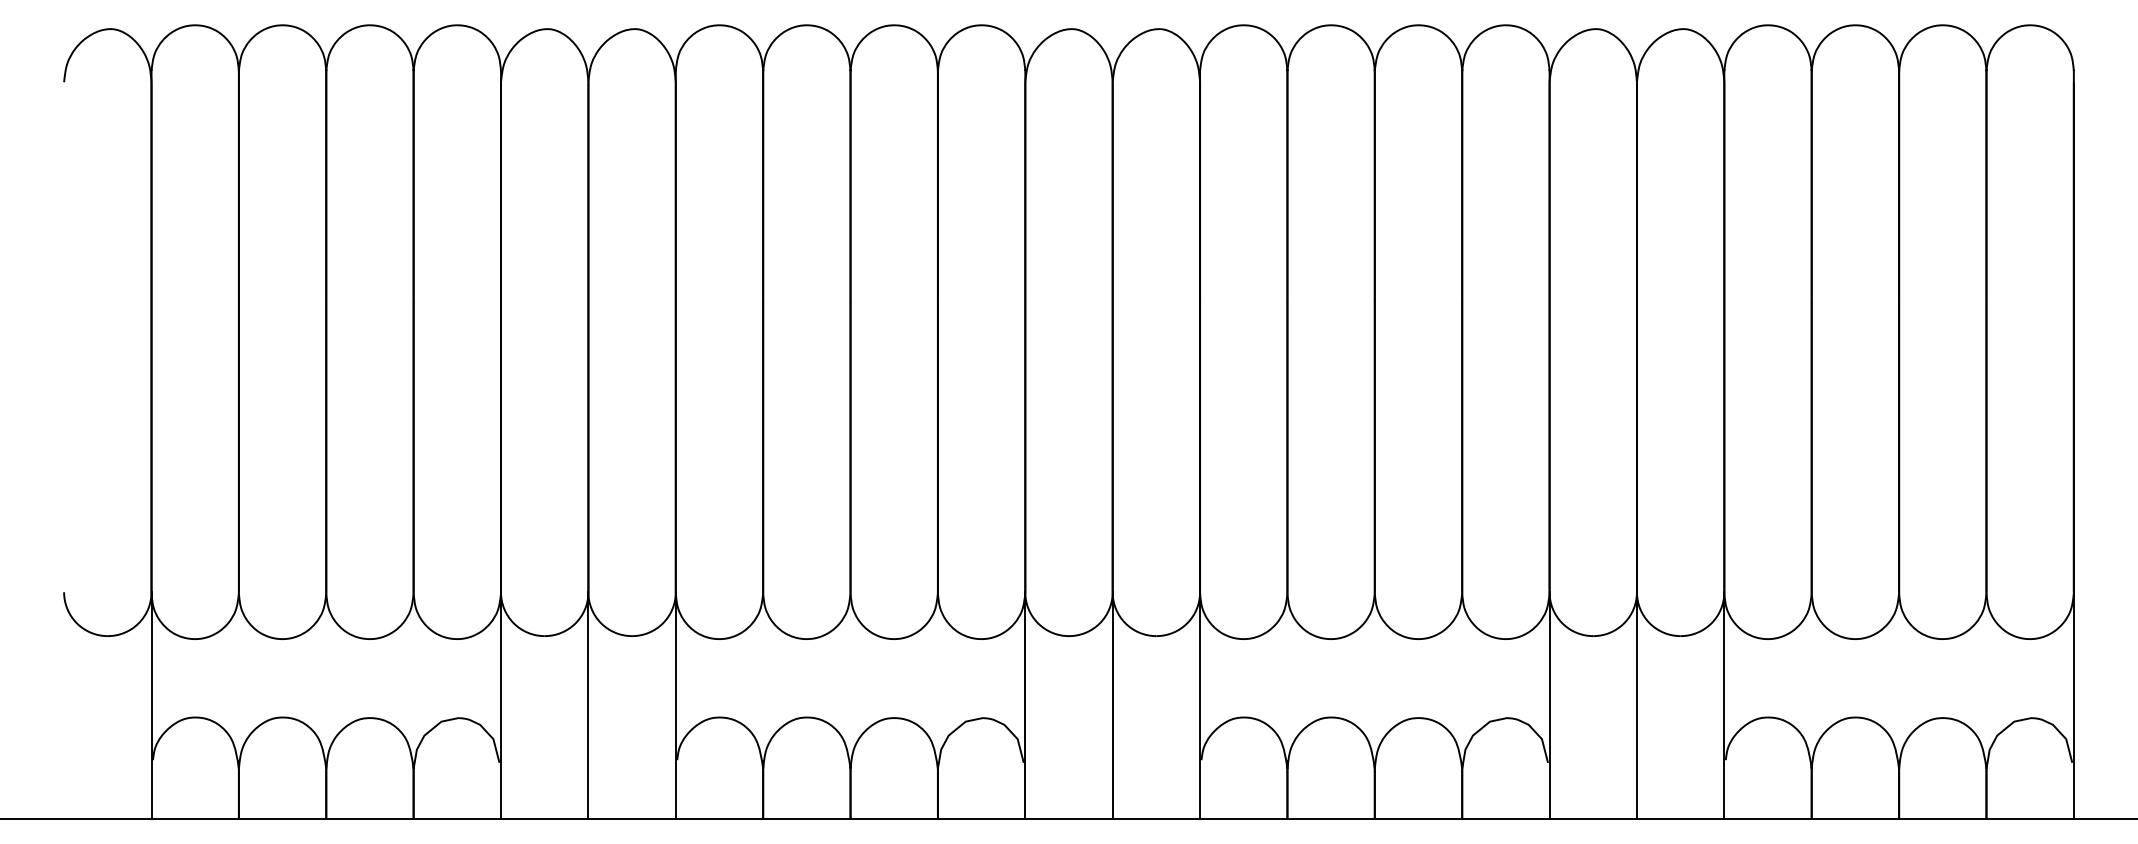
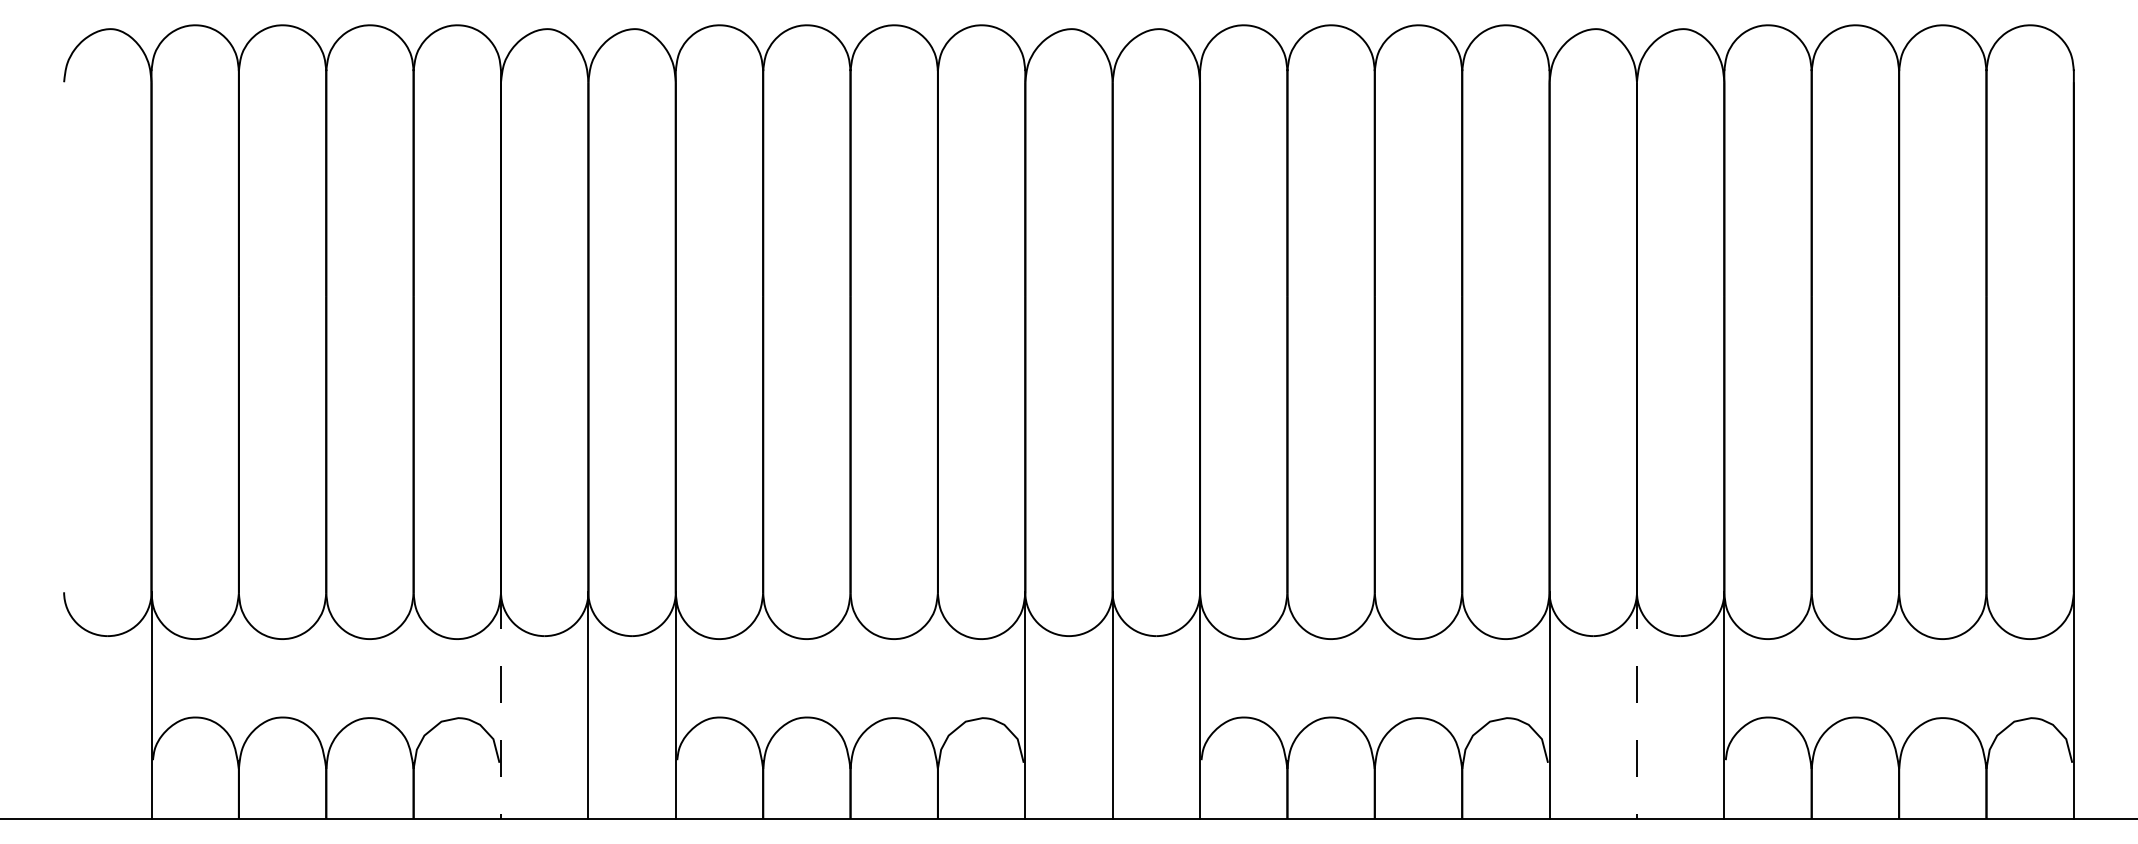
line at (501, 706): solid -> dashed
line at (1636, 706): solid -> dashed
